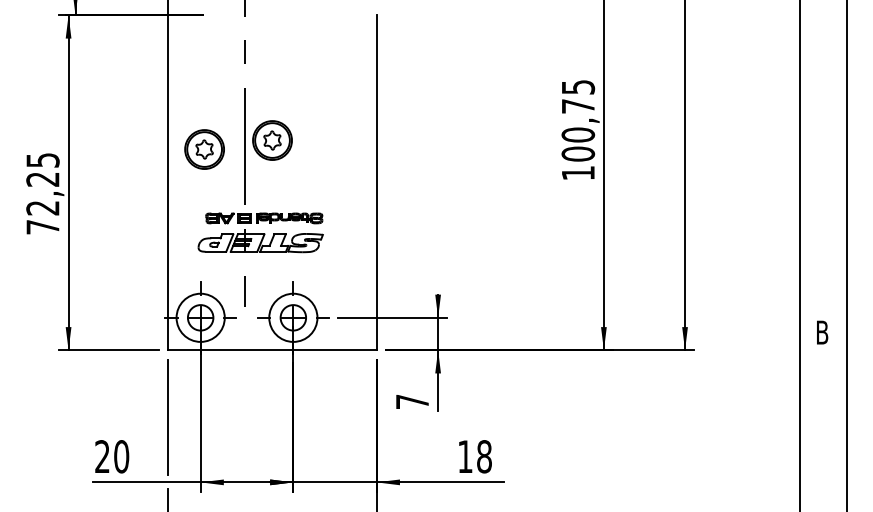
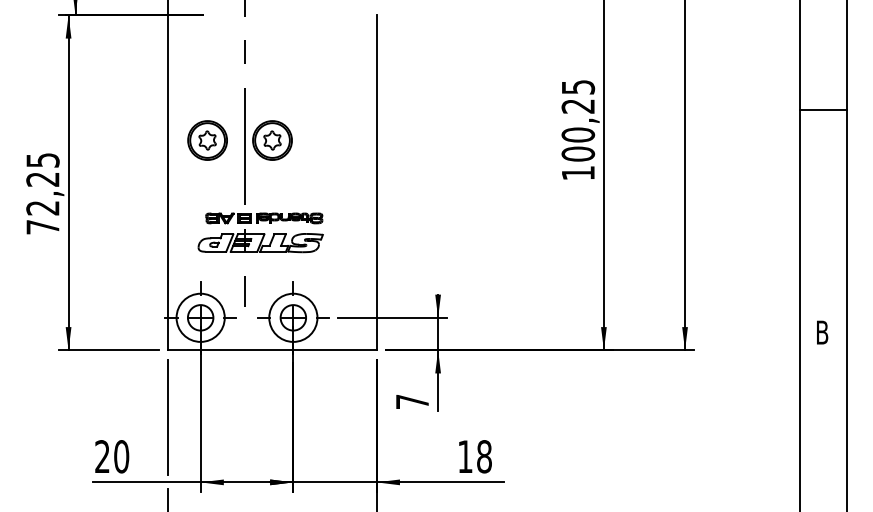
text at (577, 106): 100,75 -> 100,25
line at (823, 109): none -> present
part at (204, 149) position: (204, 149) -> (207, 140)
